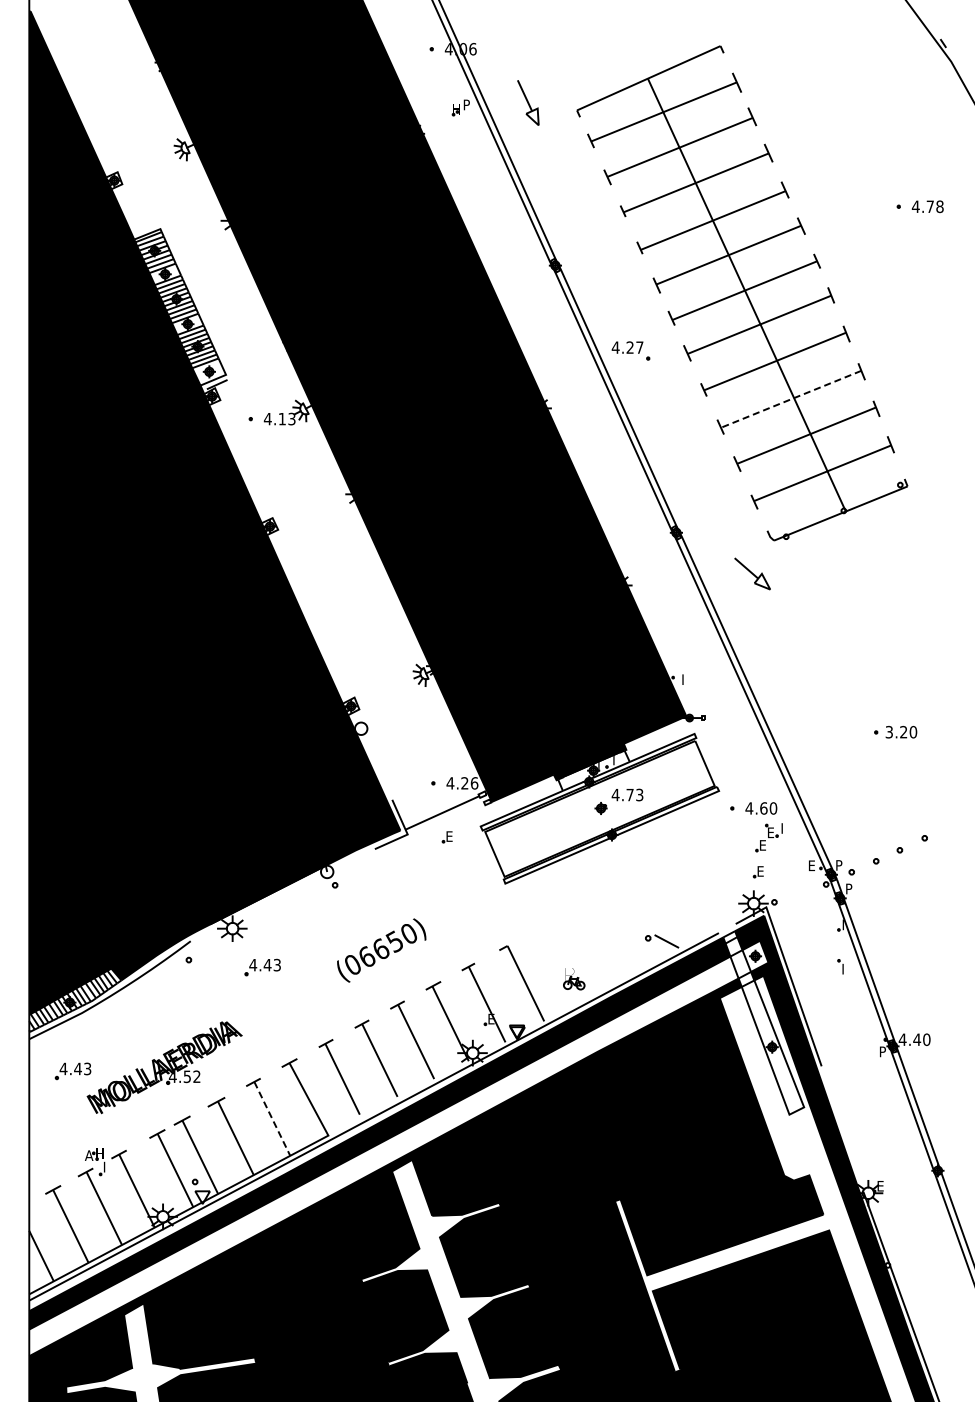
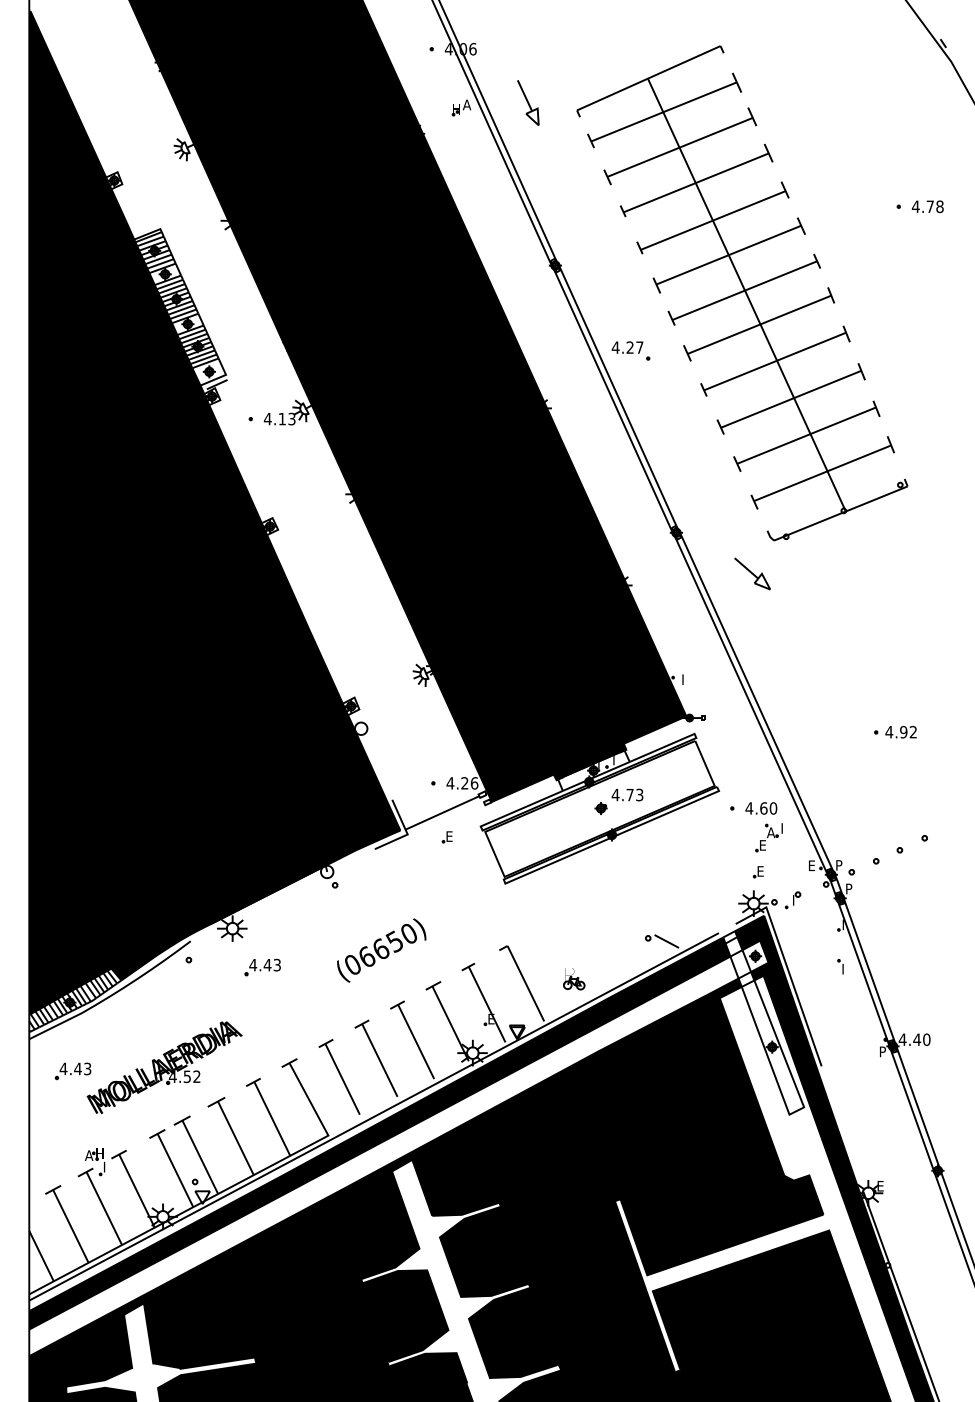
text at (467, 104): P -> A
line at (790, 399): dashed -> solid
text at (901, 731): 3.20 -> 4.92
text at (771, 832): E -> A
part at (792, 900): none -> present
line at (272, 1118): dashed -> solid
